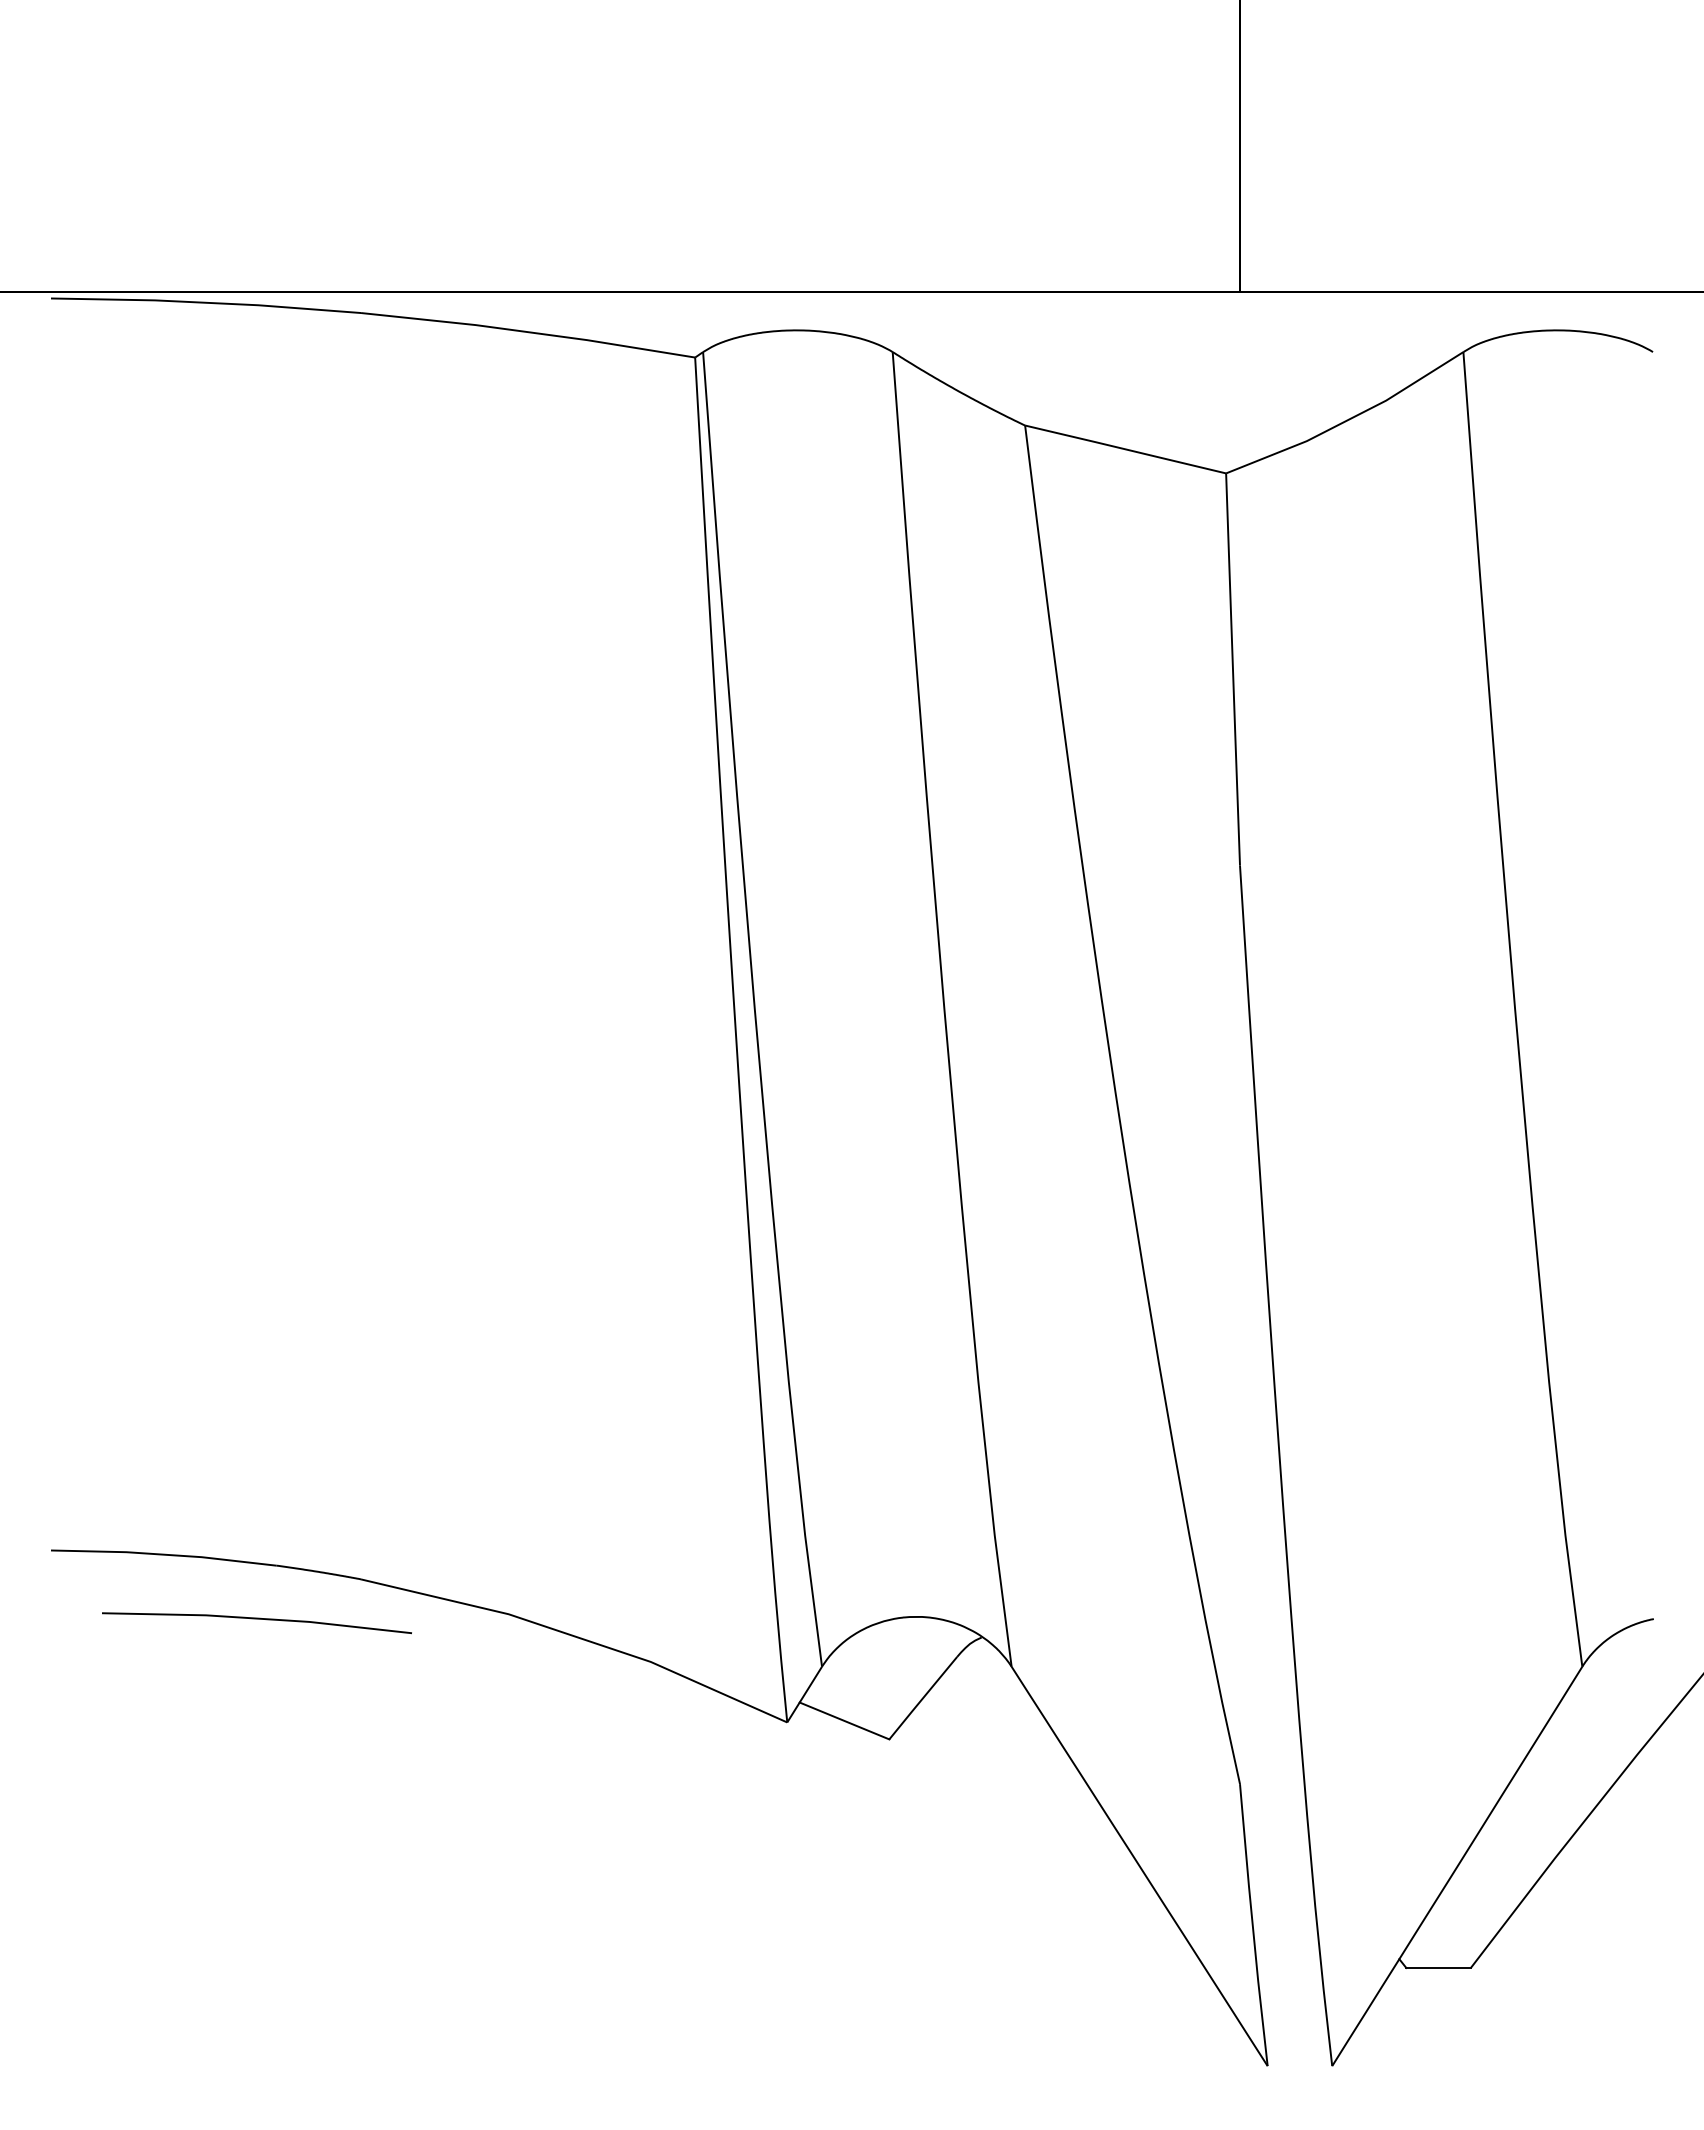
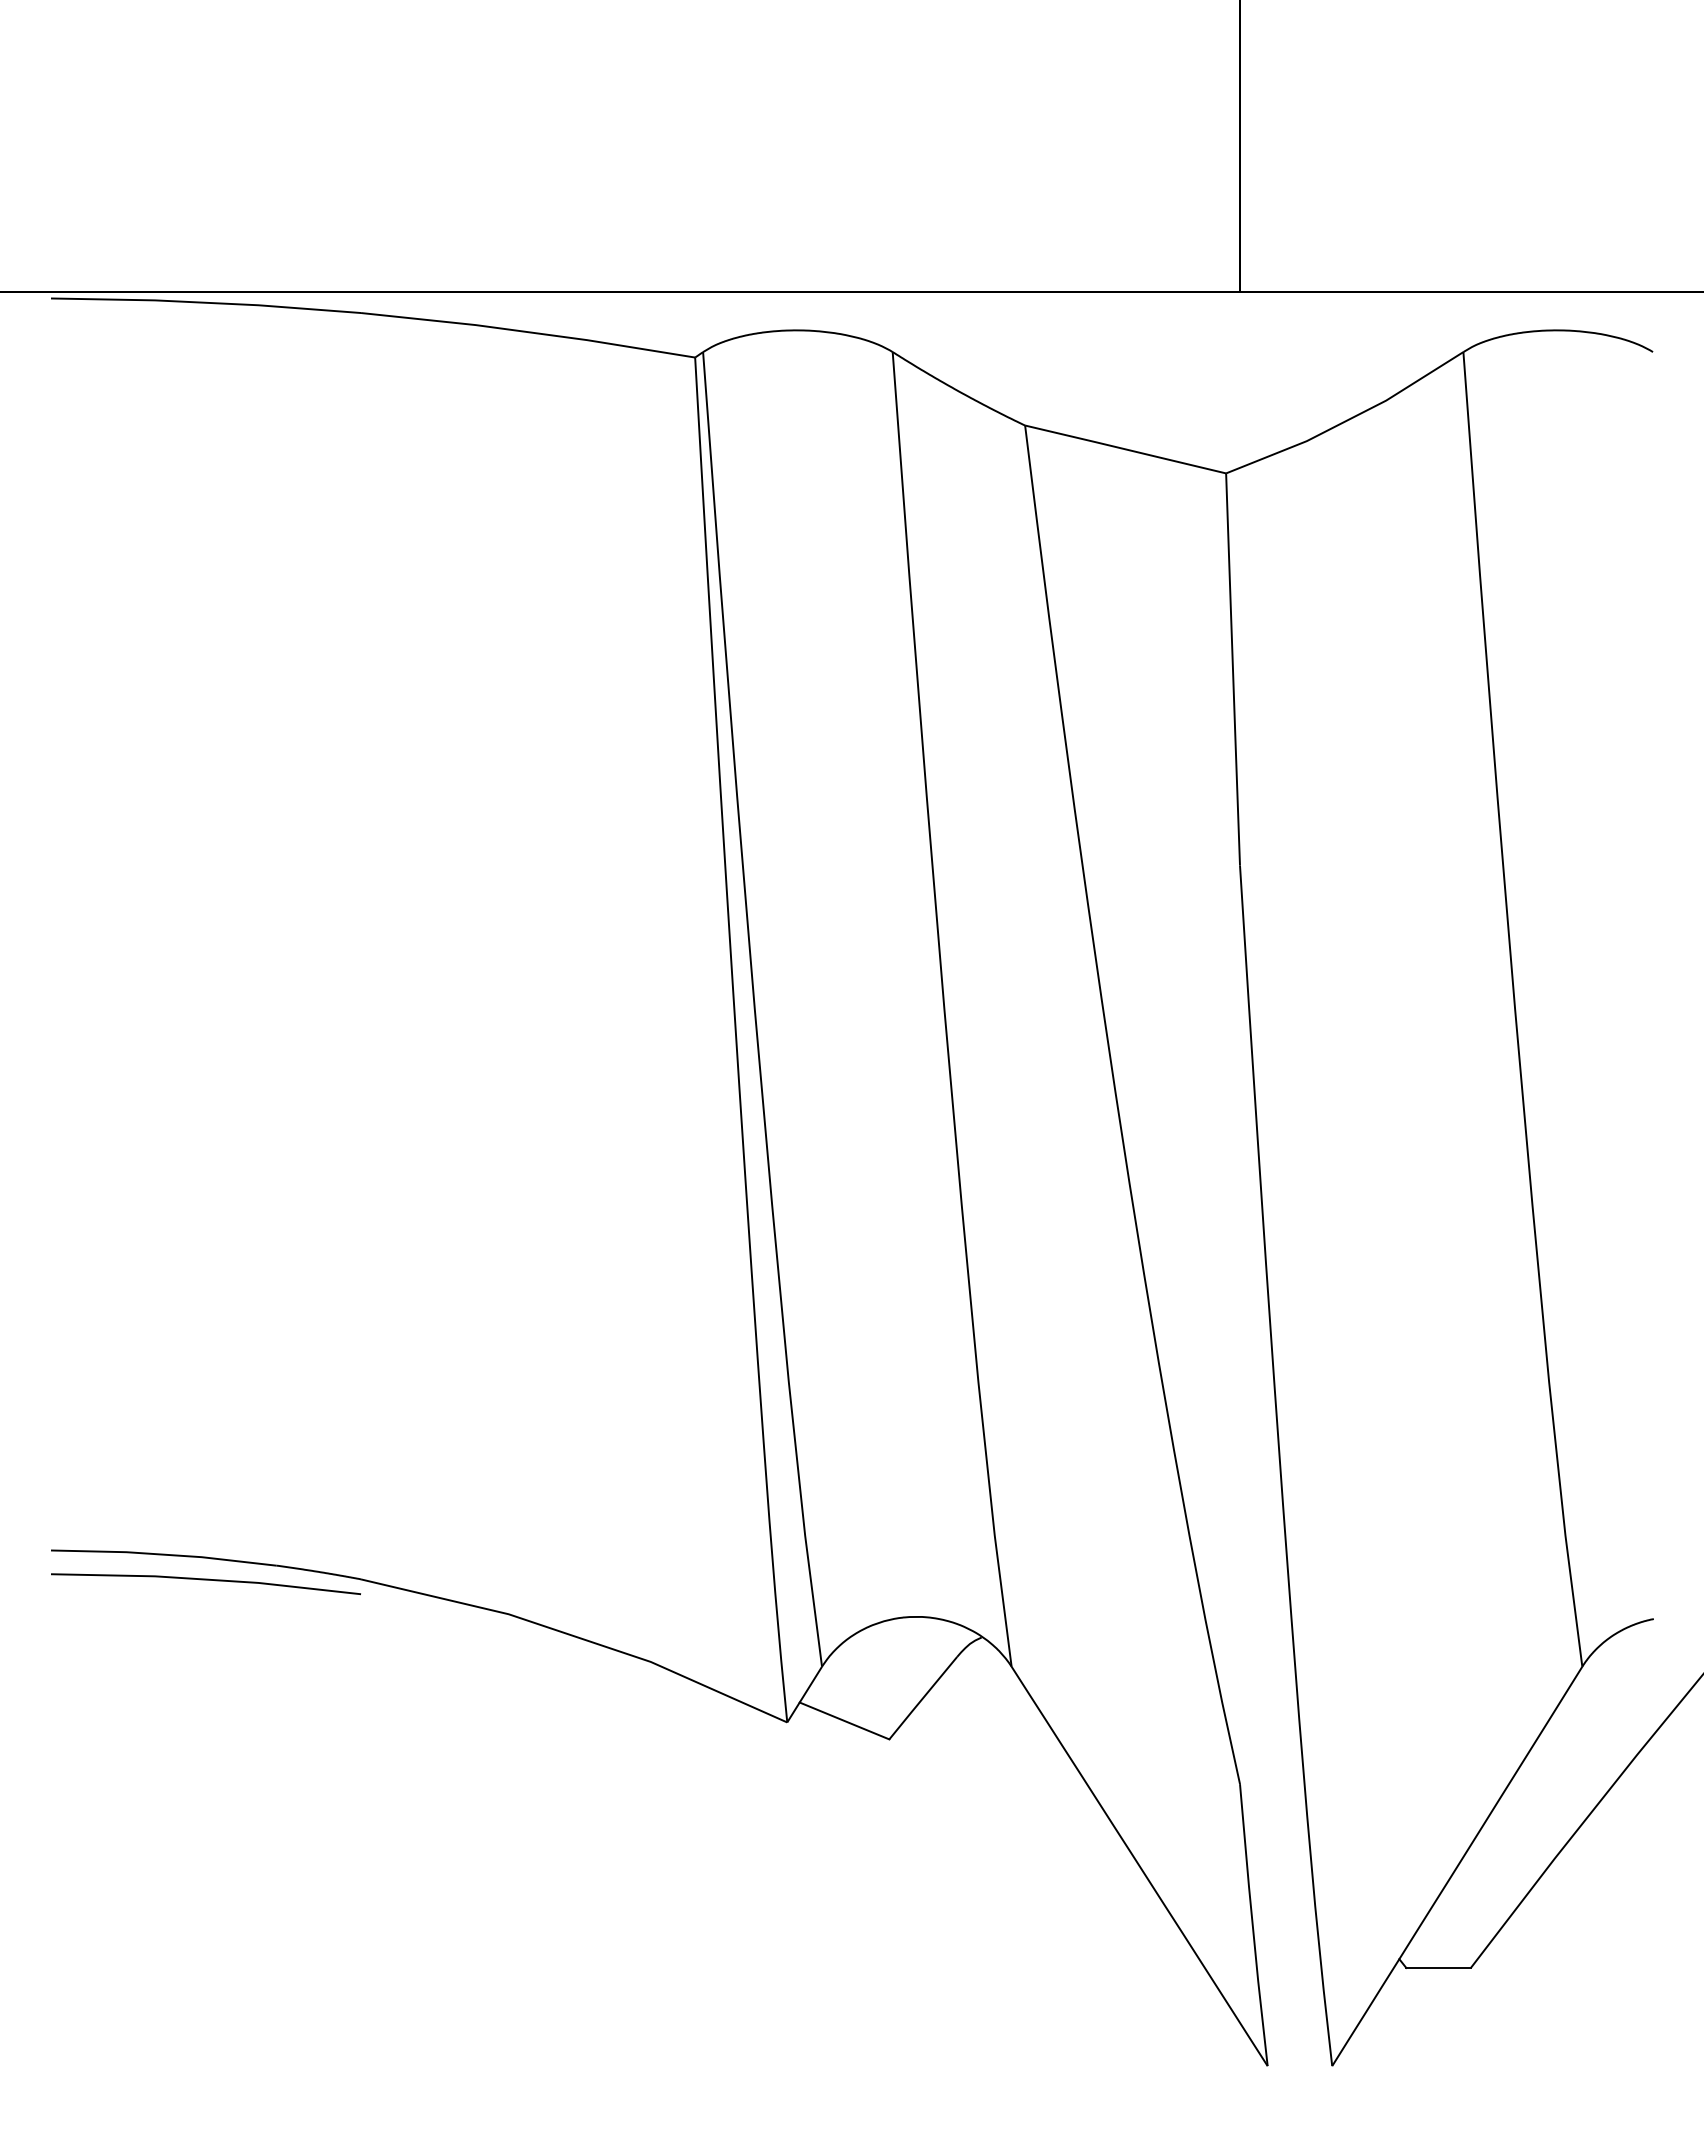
line at (256, 1619) position: (256, 1619) -> (205, 1580)
